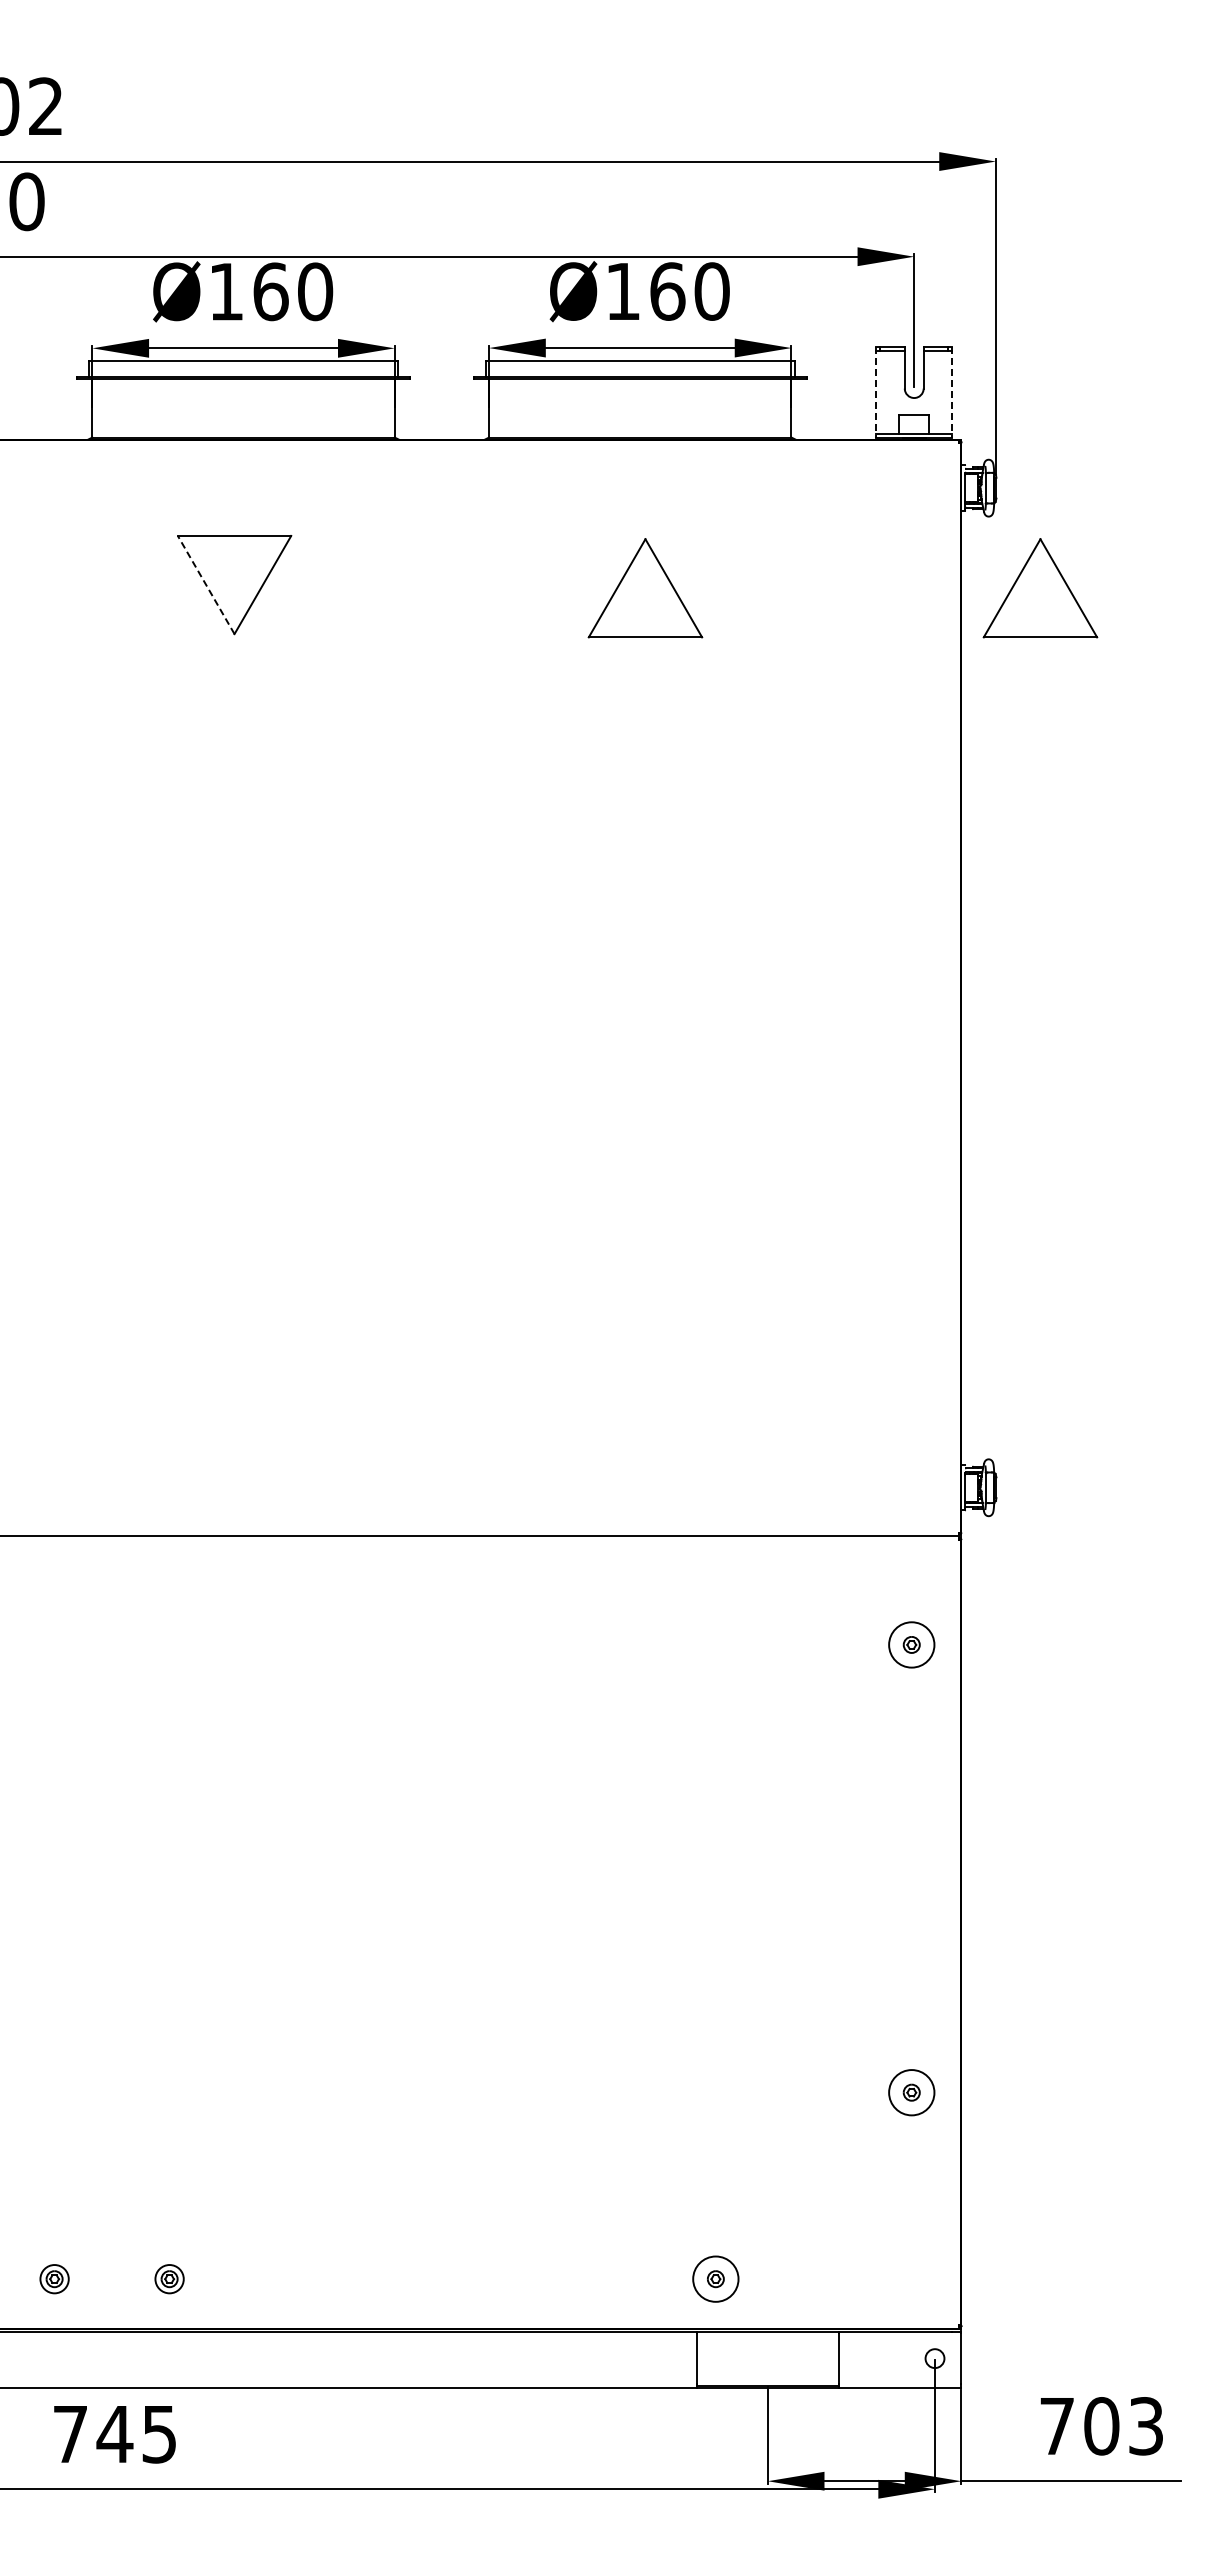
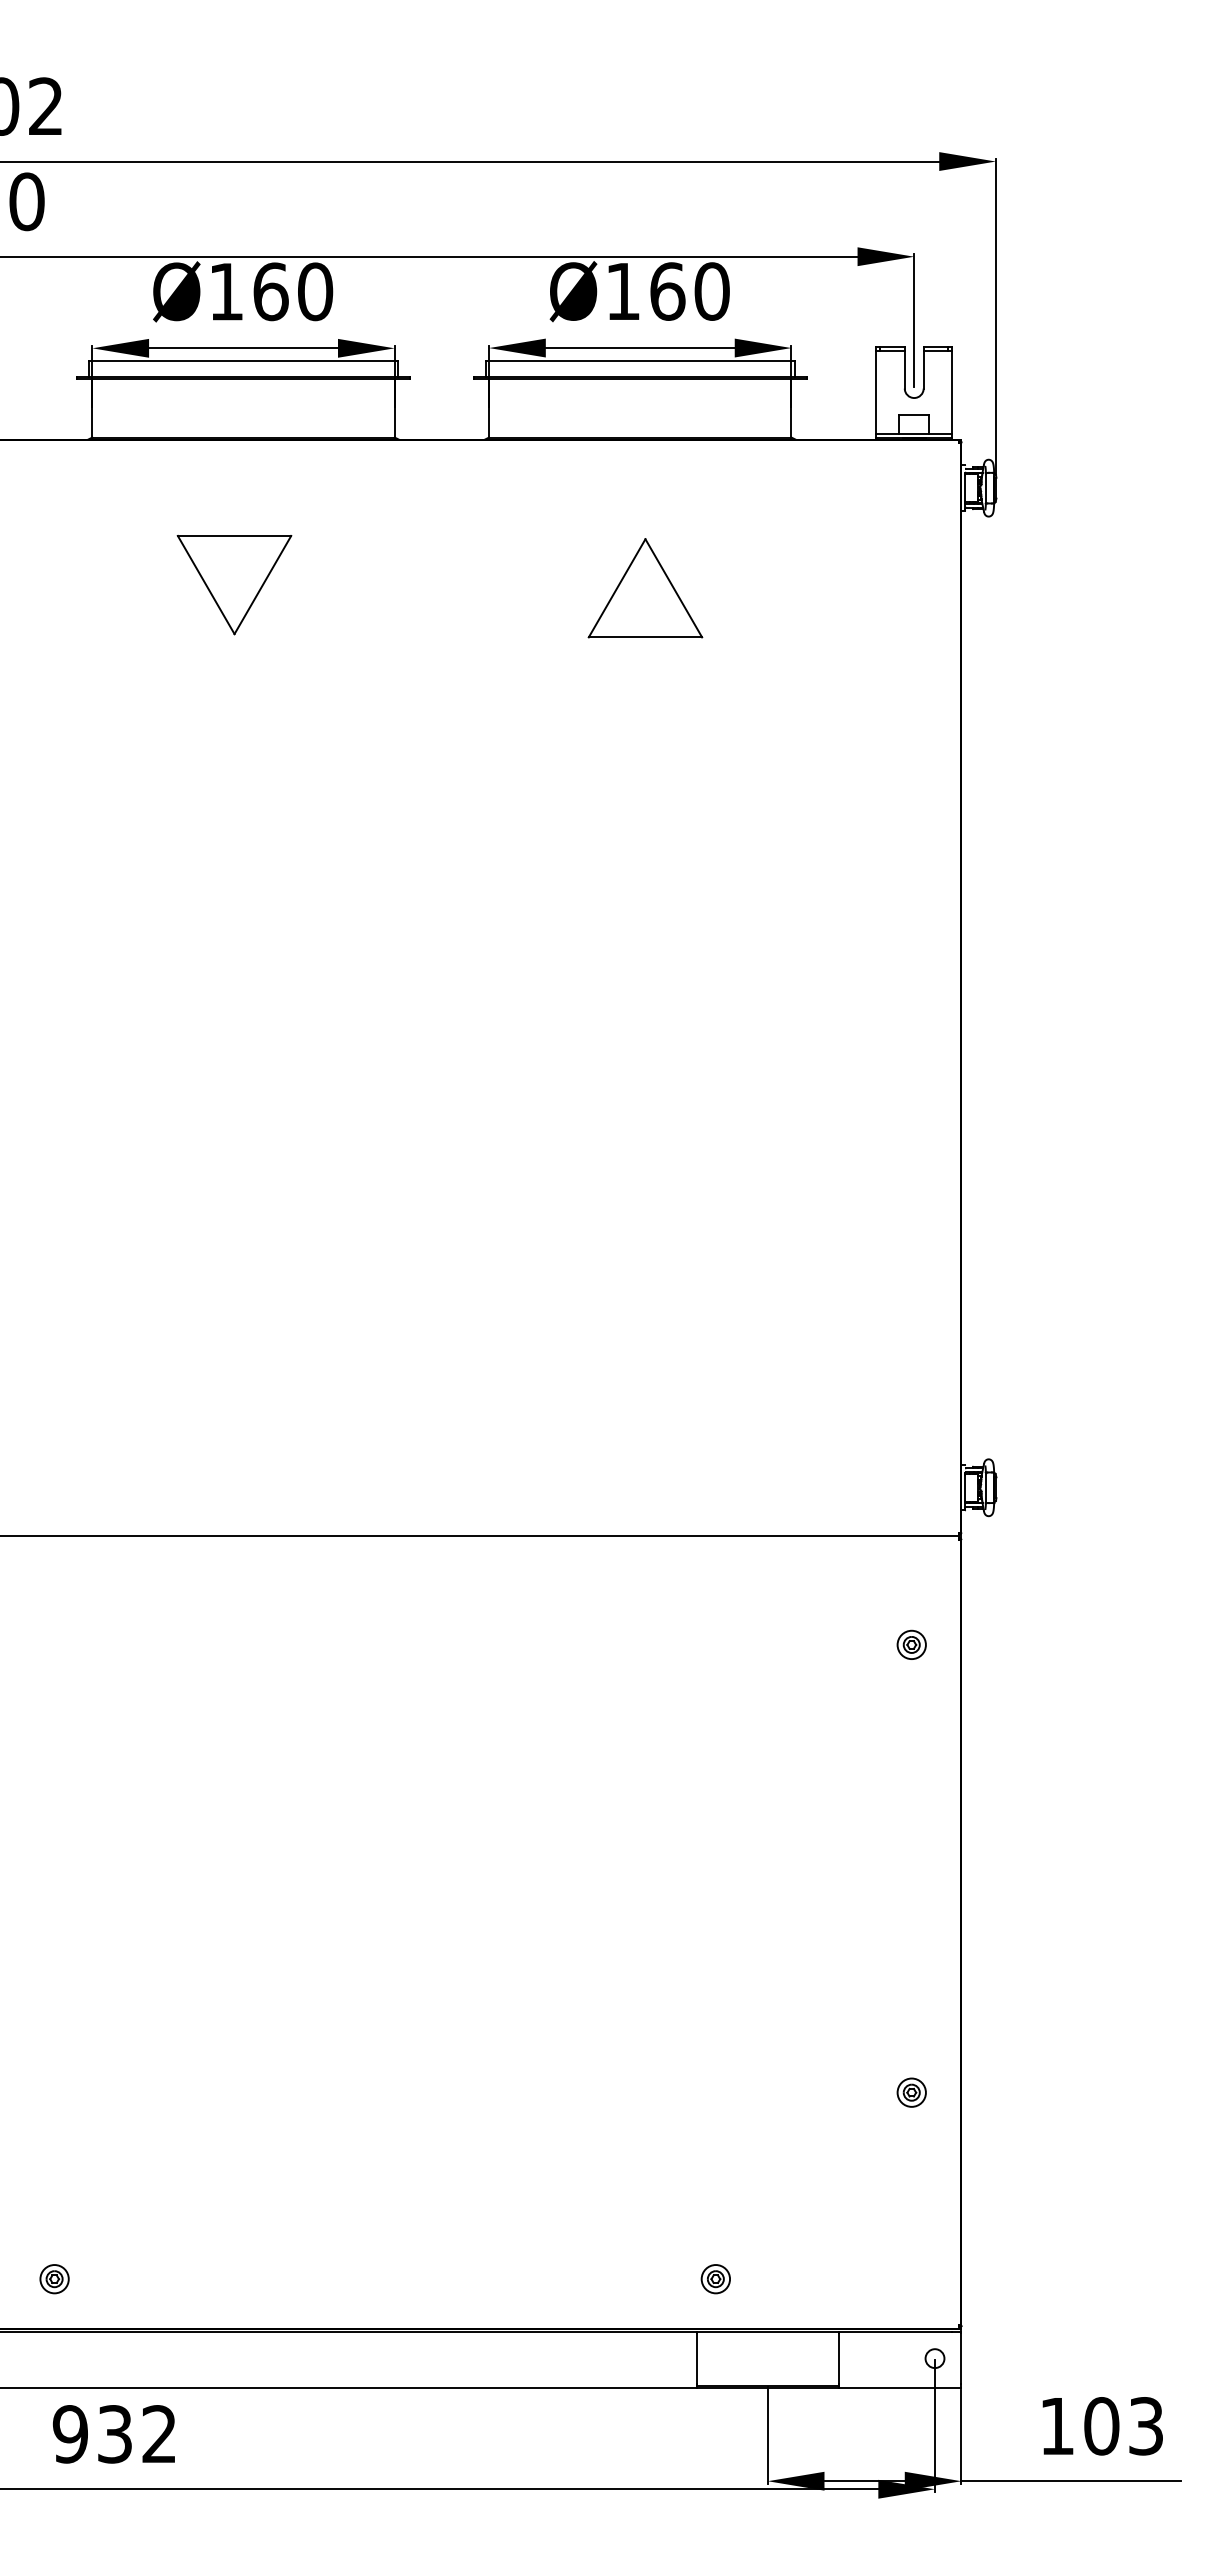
line at (876, 392): dashed -> solid
line at (952, 392): dashed -> solid
line at (206, 585): dashed -> solid
part at (1040, 588): present -> none
circle at (911, 1644) diameter: 45 px -> 28 px
circle at (911, 2092) diameter: 45 px -> 28 px
circle at (715, 2278) diameter: 45 px -> 28 px
part at (169, 2279): present -> none
text at (1056, 2426): 703 -> 103
text at (113, 2434): 745 -> 932
